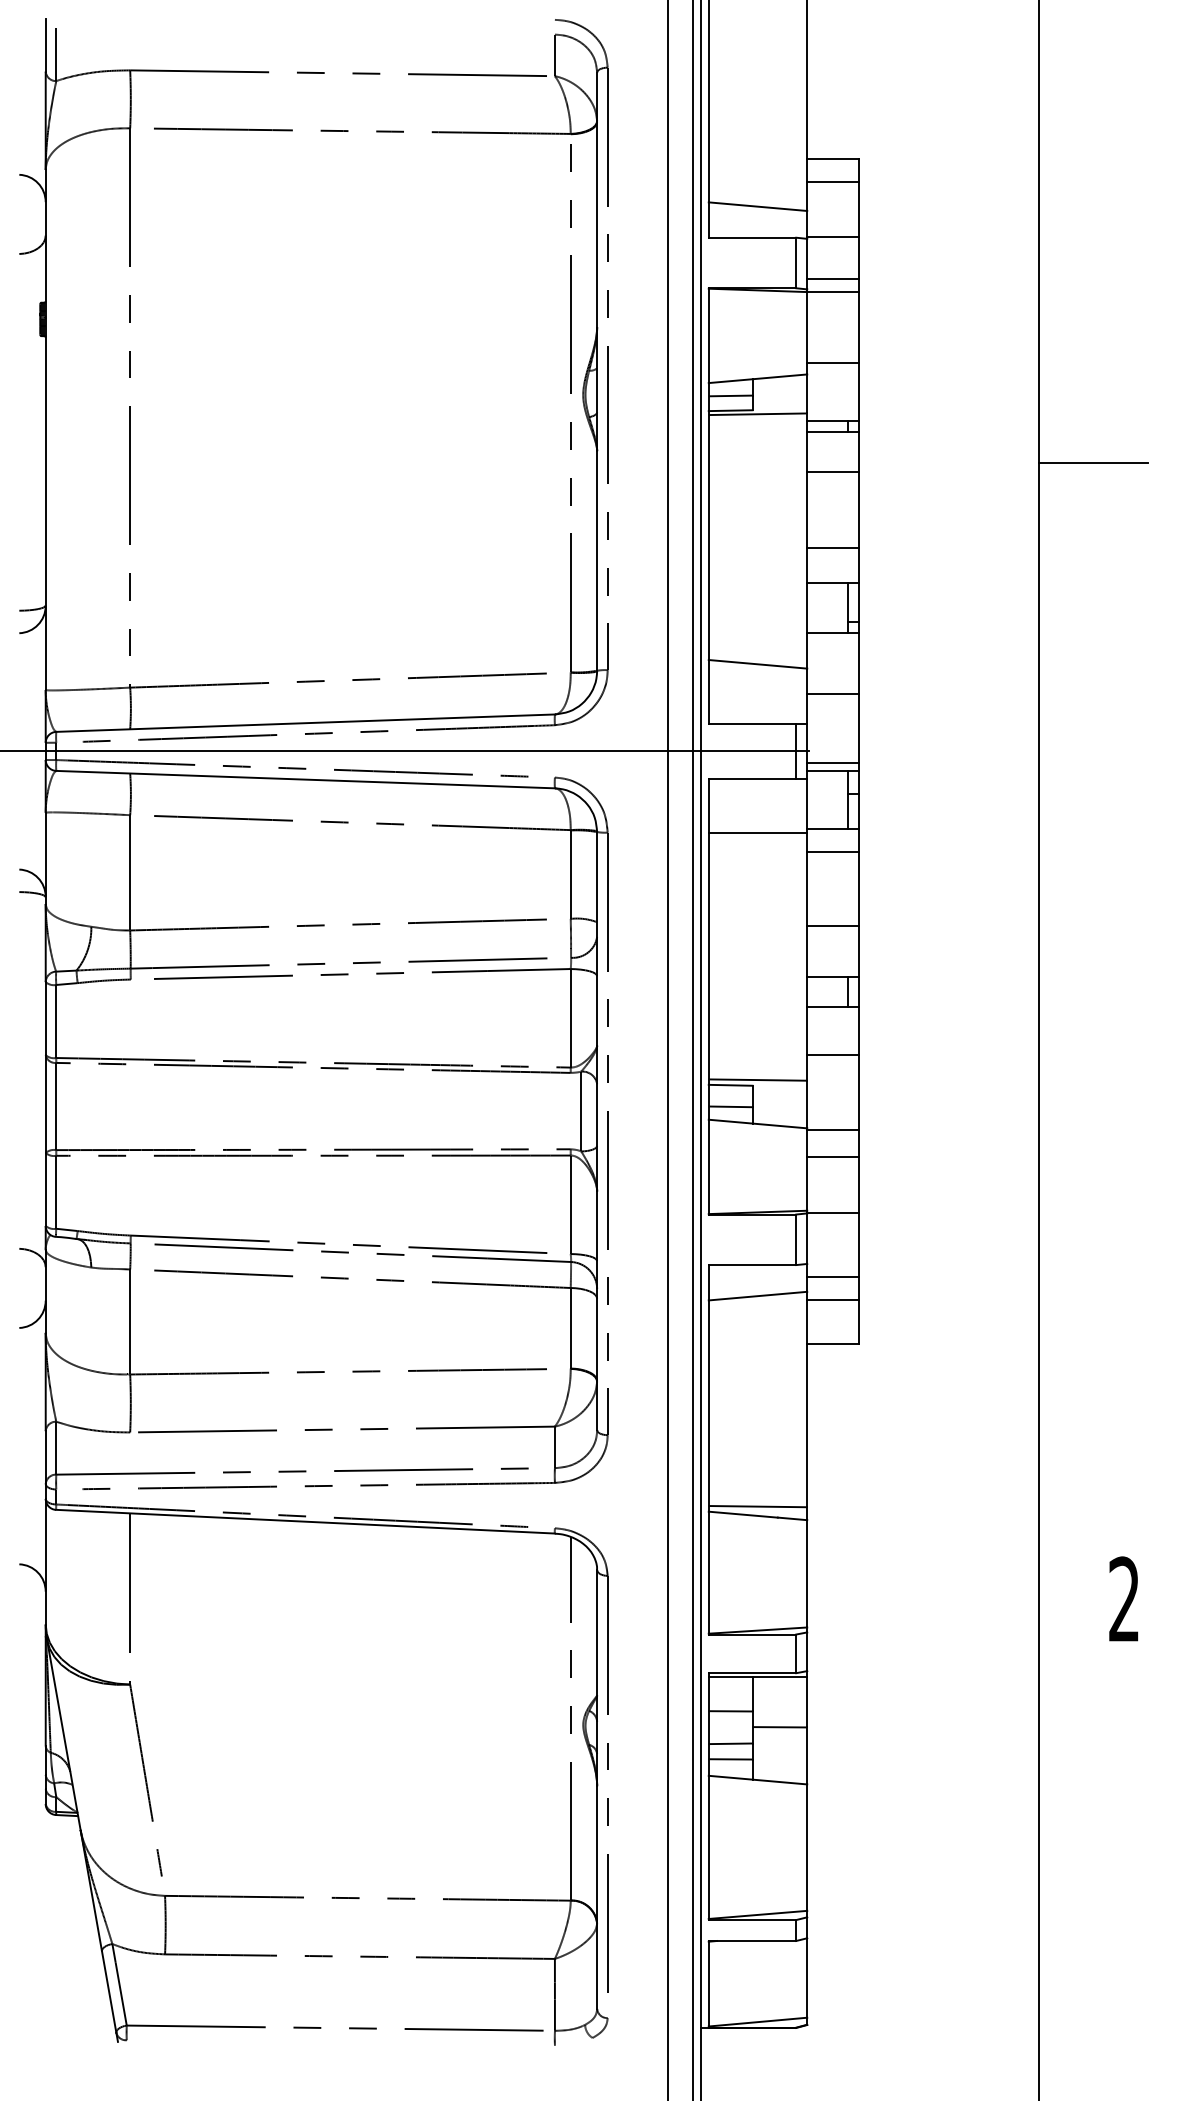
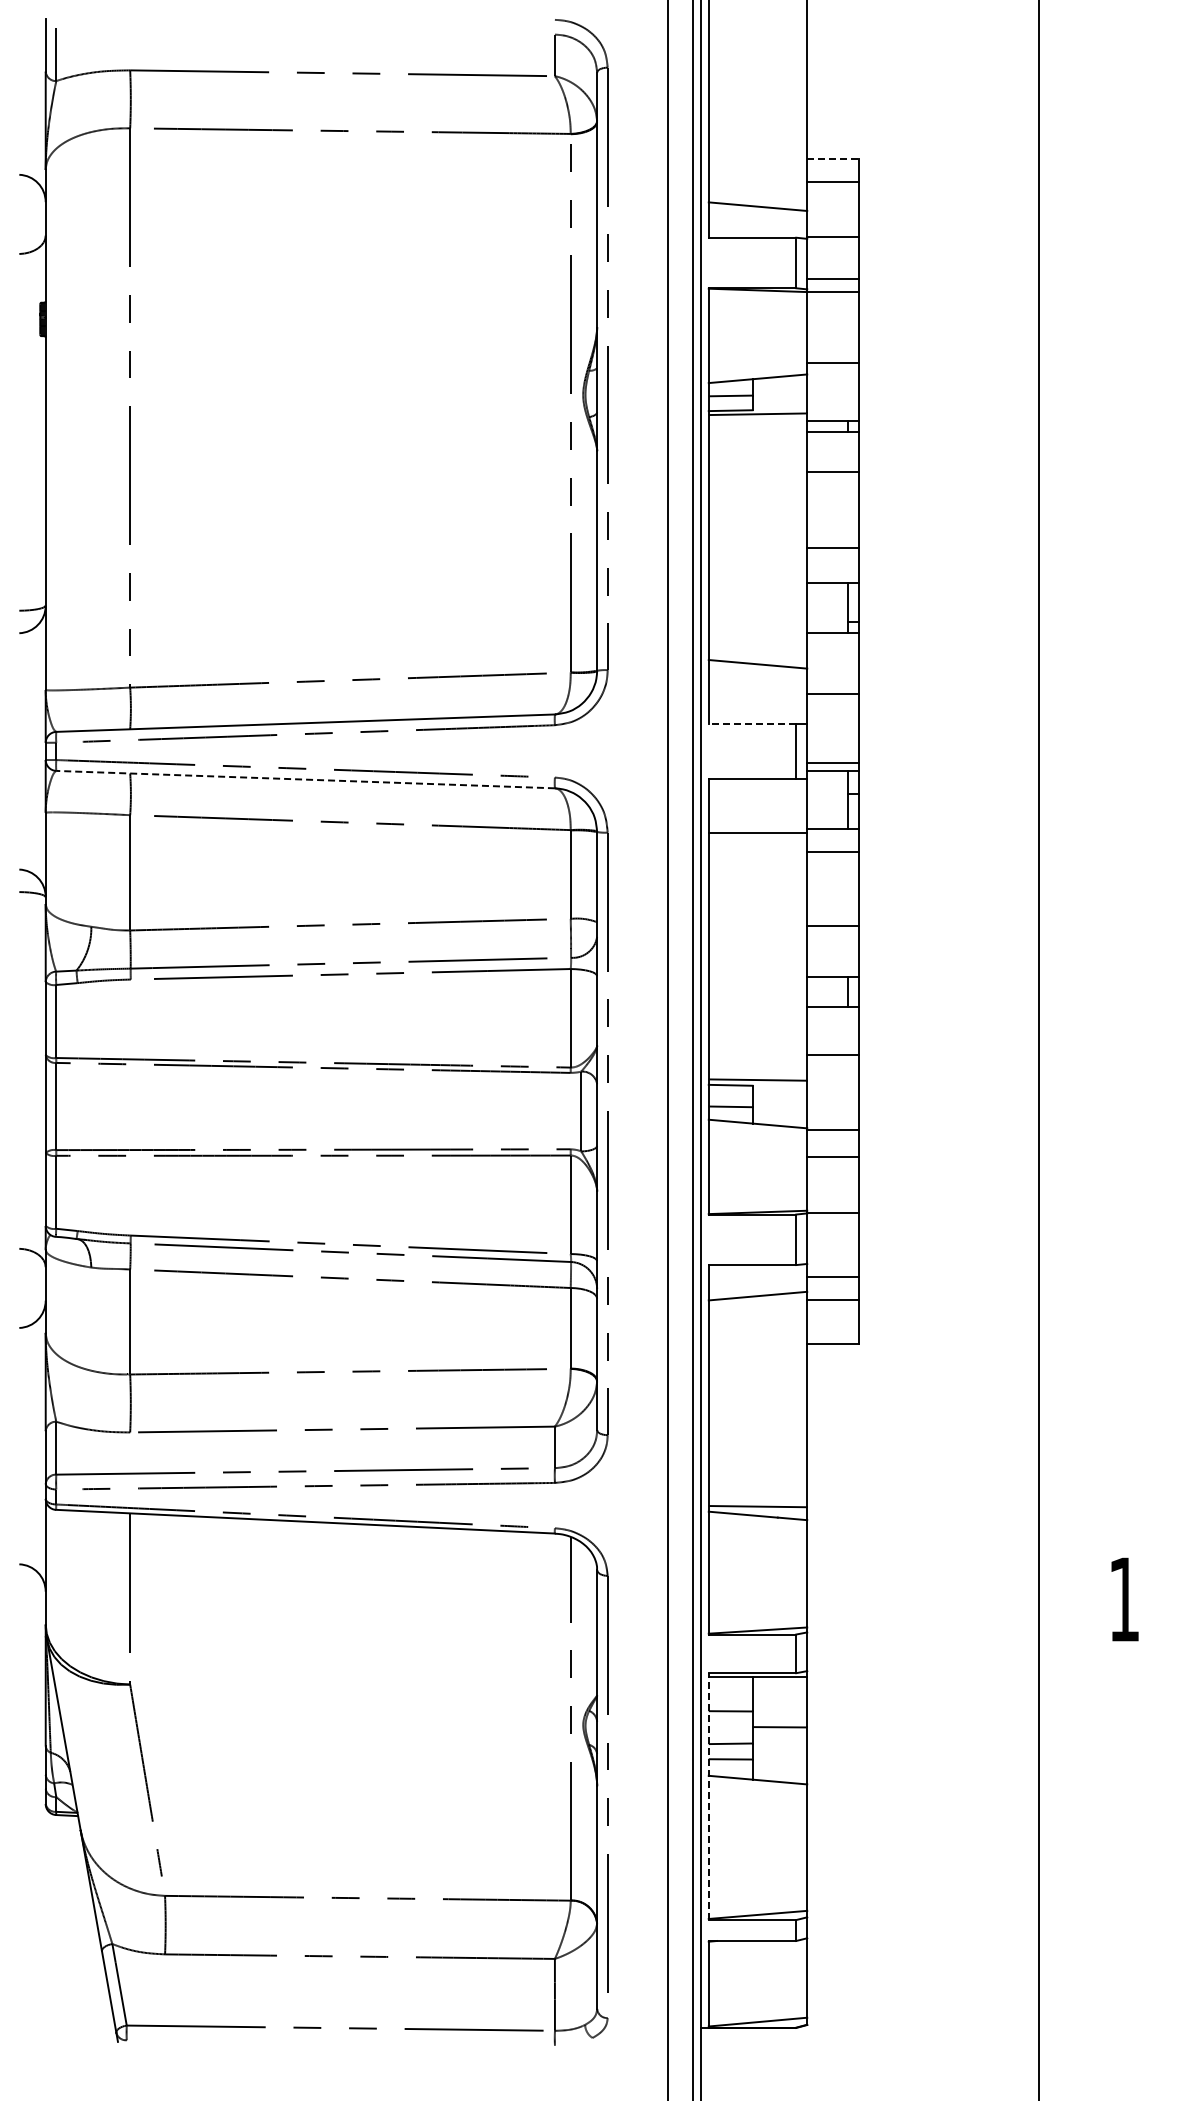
line at (833, 158): solid -> dashed
line at (1093, 463): present -> none
line at (752, 724): solid -> dashed
line at (405, 751): present -> none
line at (305, 779): solid -> dashed
text at (1123, 1598): 2 -> 1
line at (708, 1796): solid -> dashed
